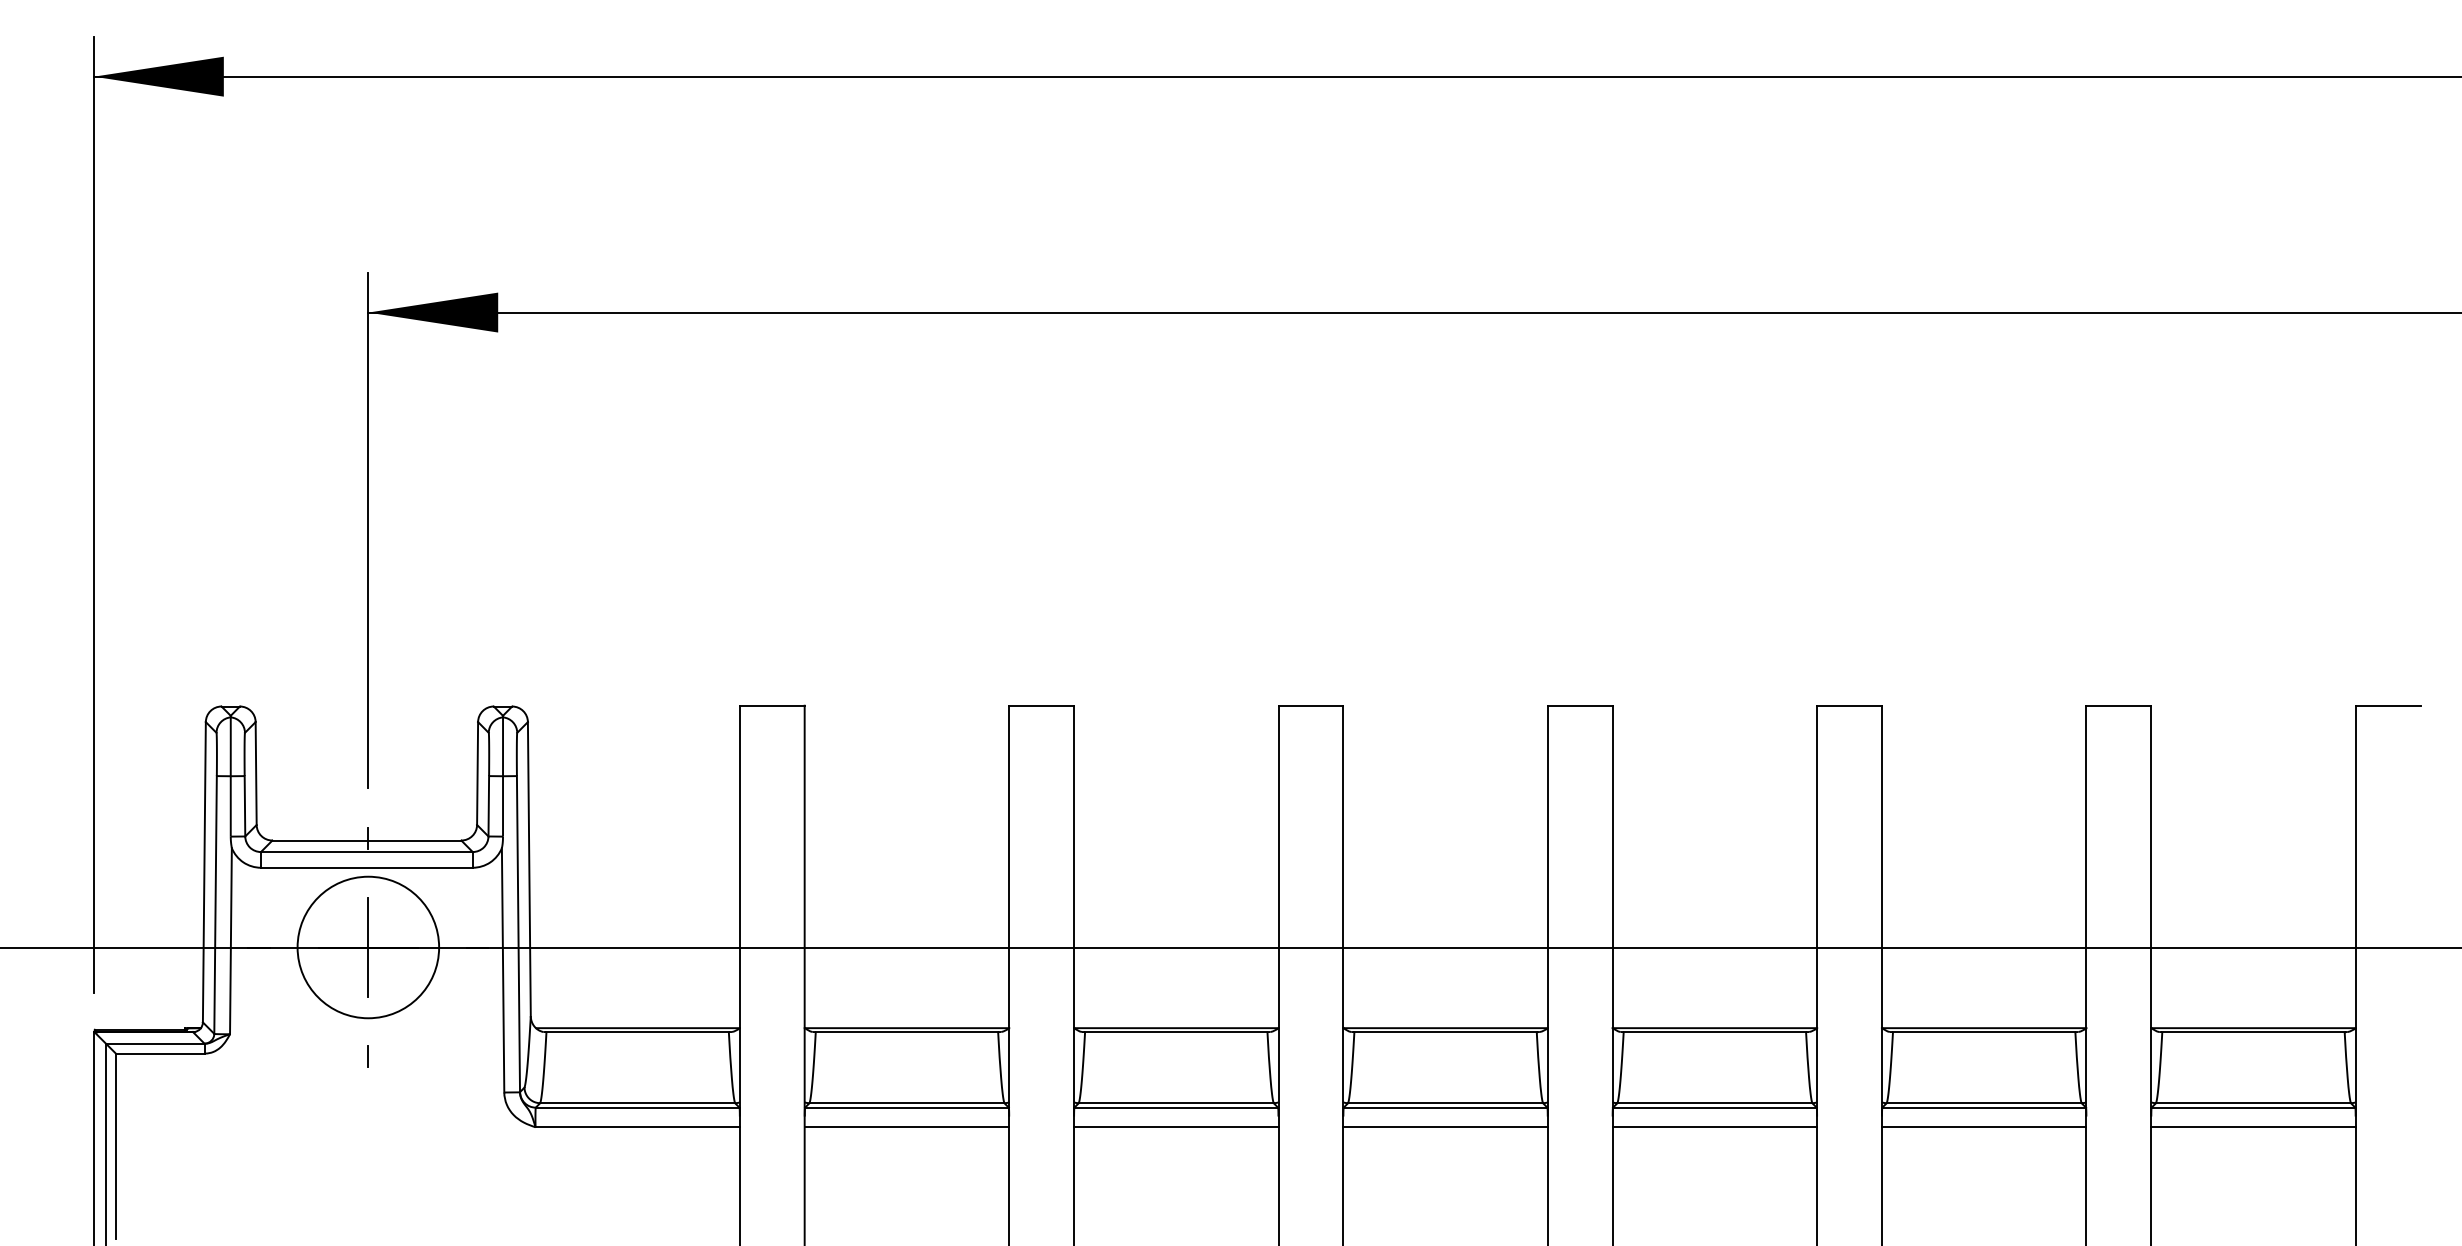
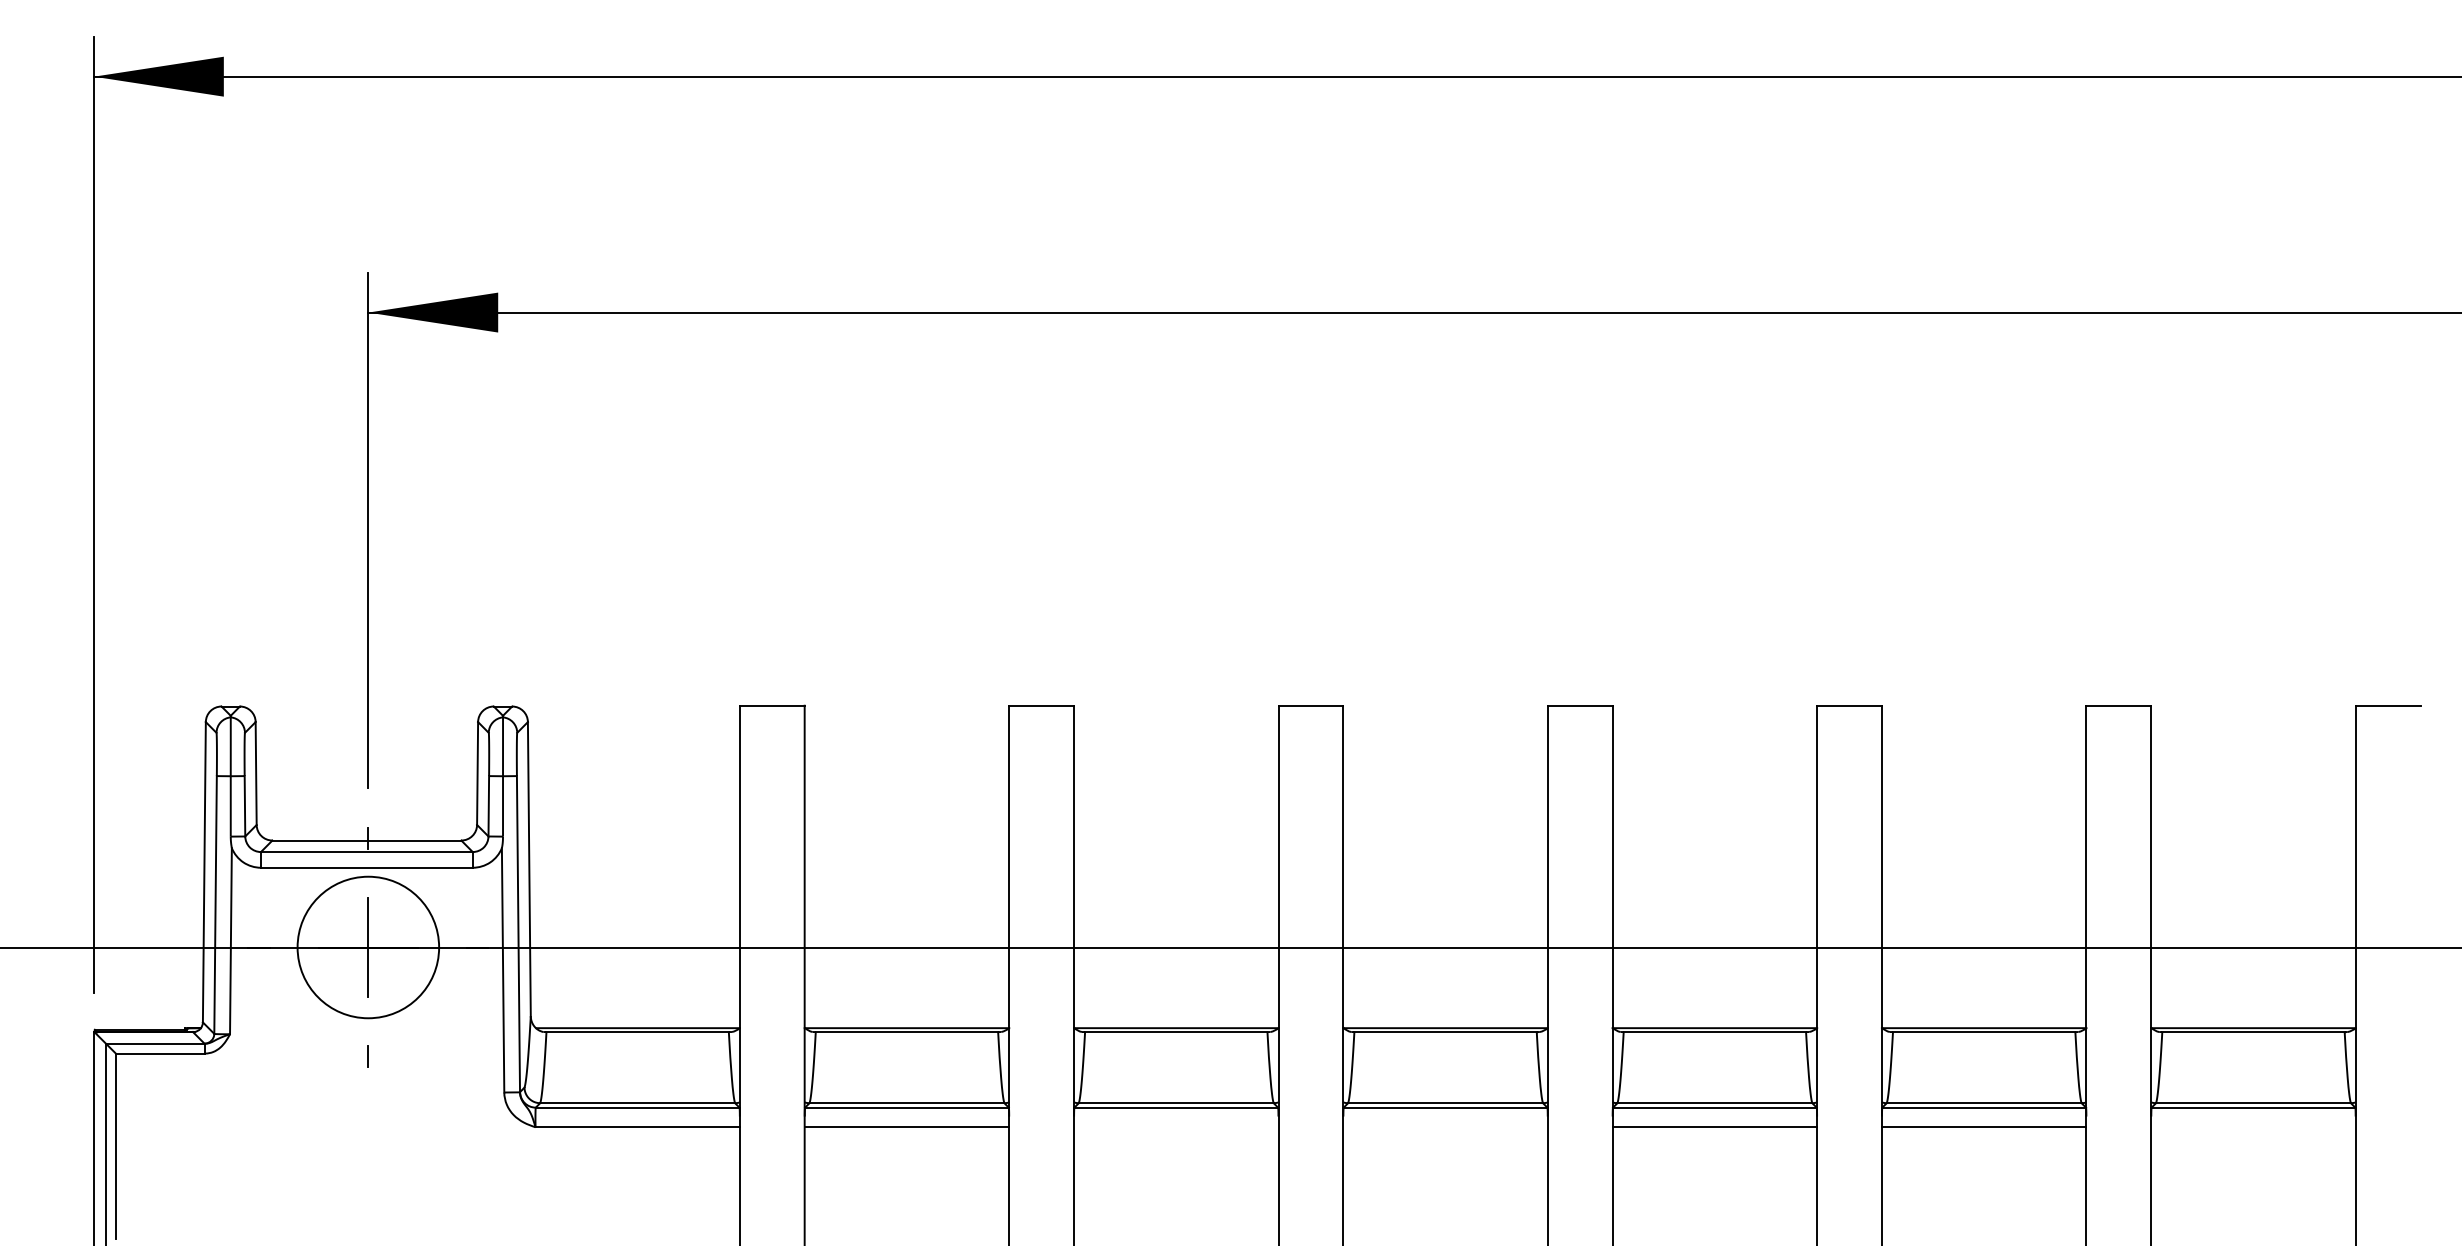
line at (1175, 1127): present -> none
line at (1445, 1127): present -> none
line at (2253, 1127): present -> none
